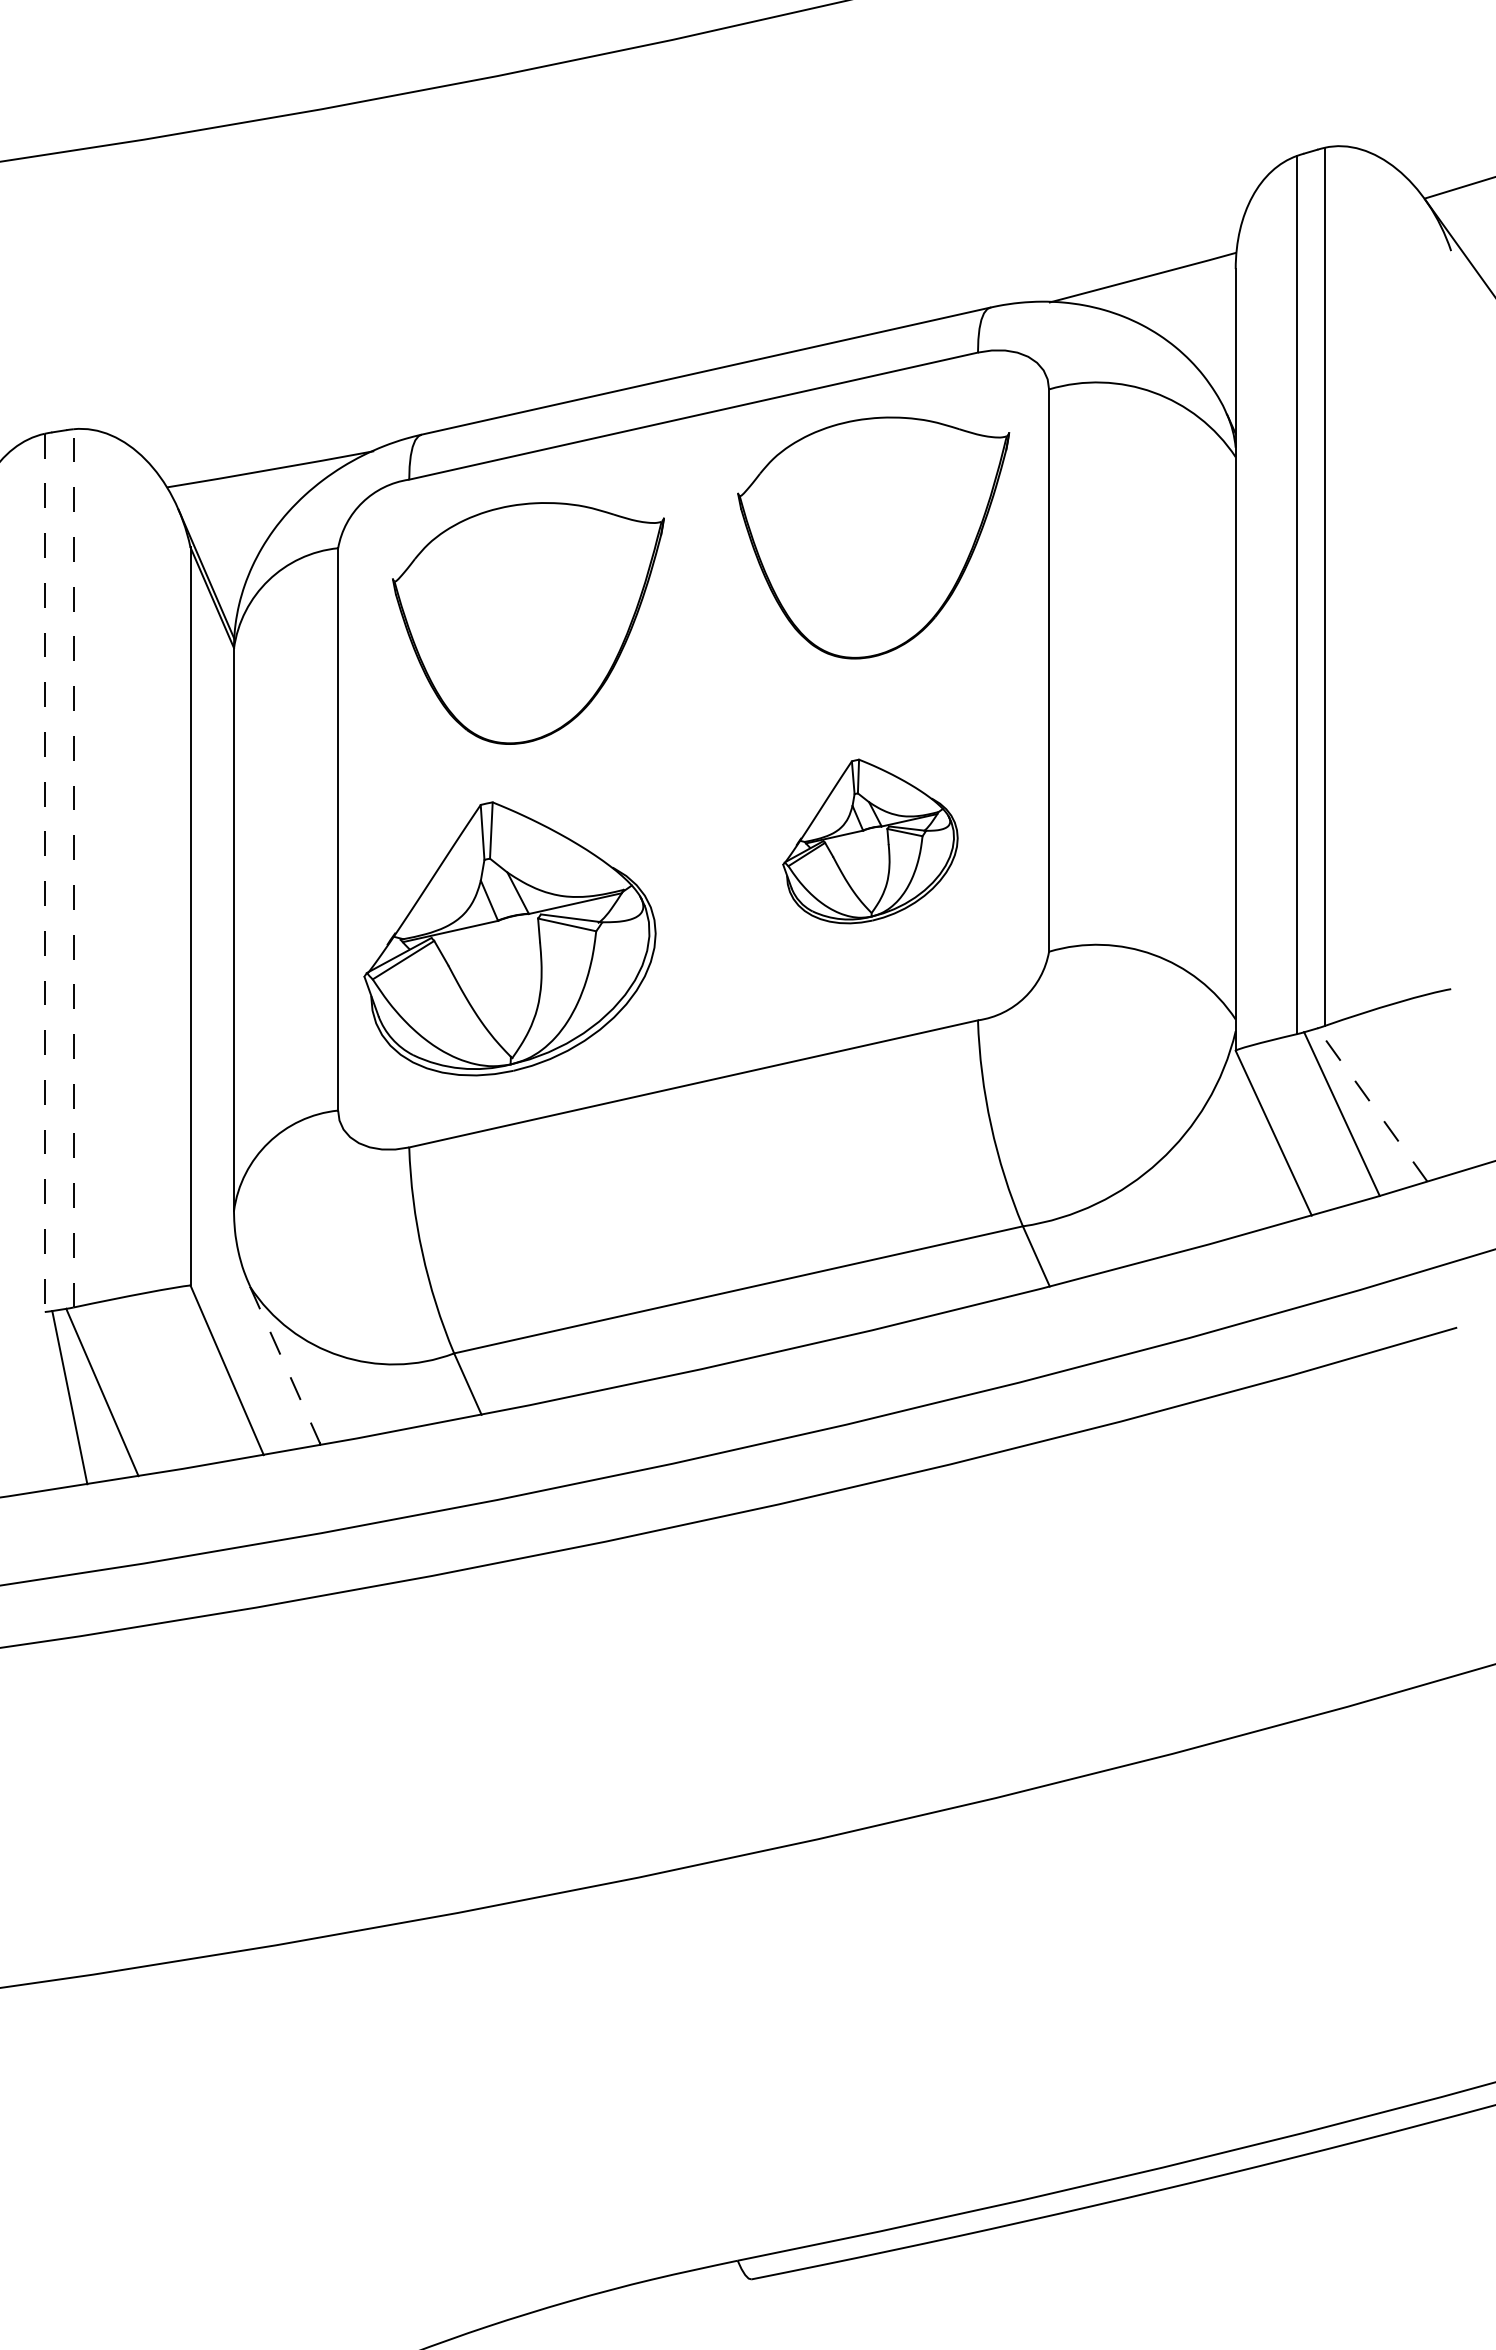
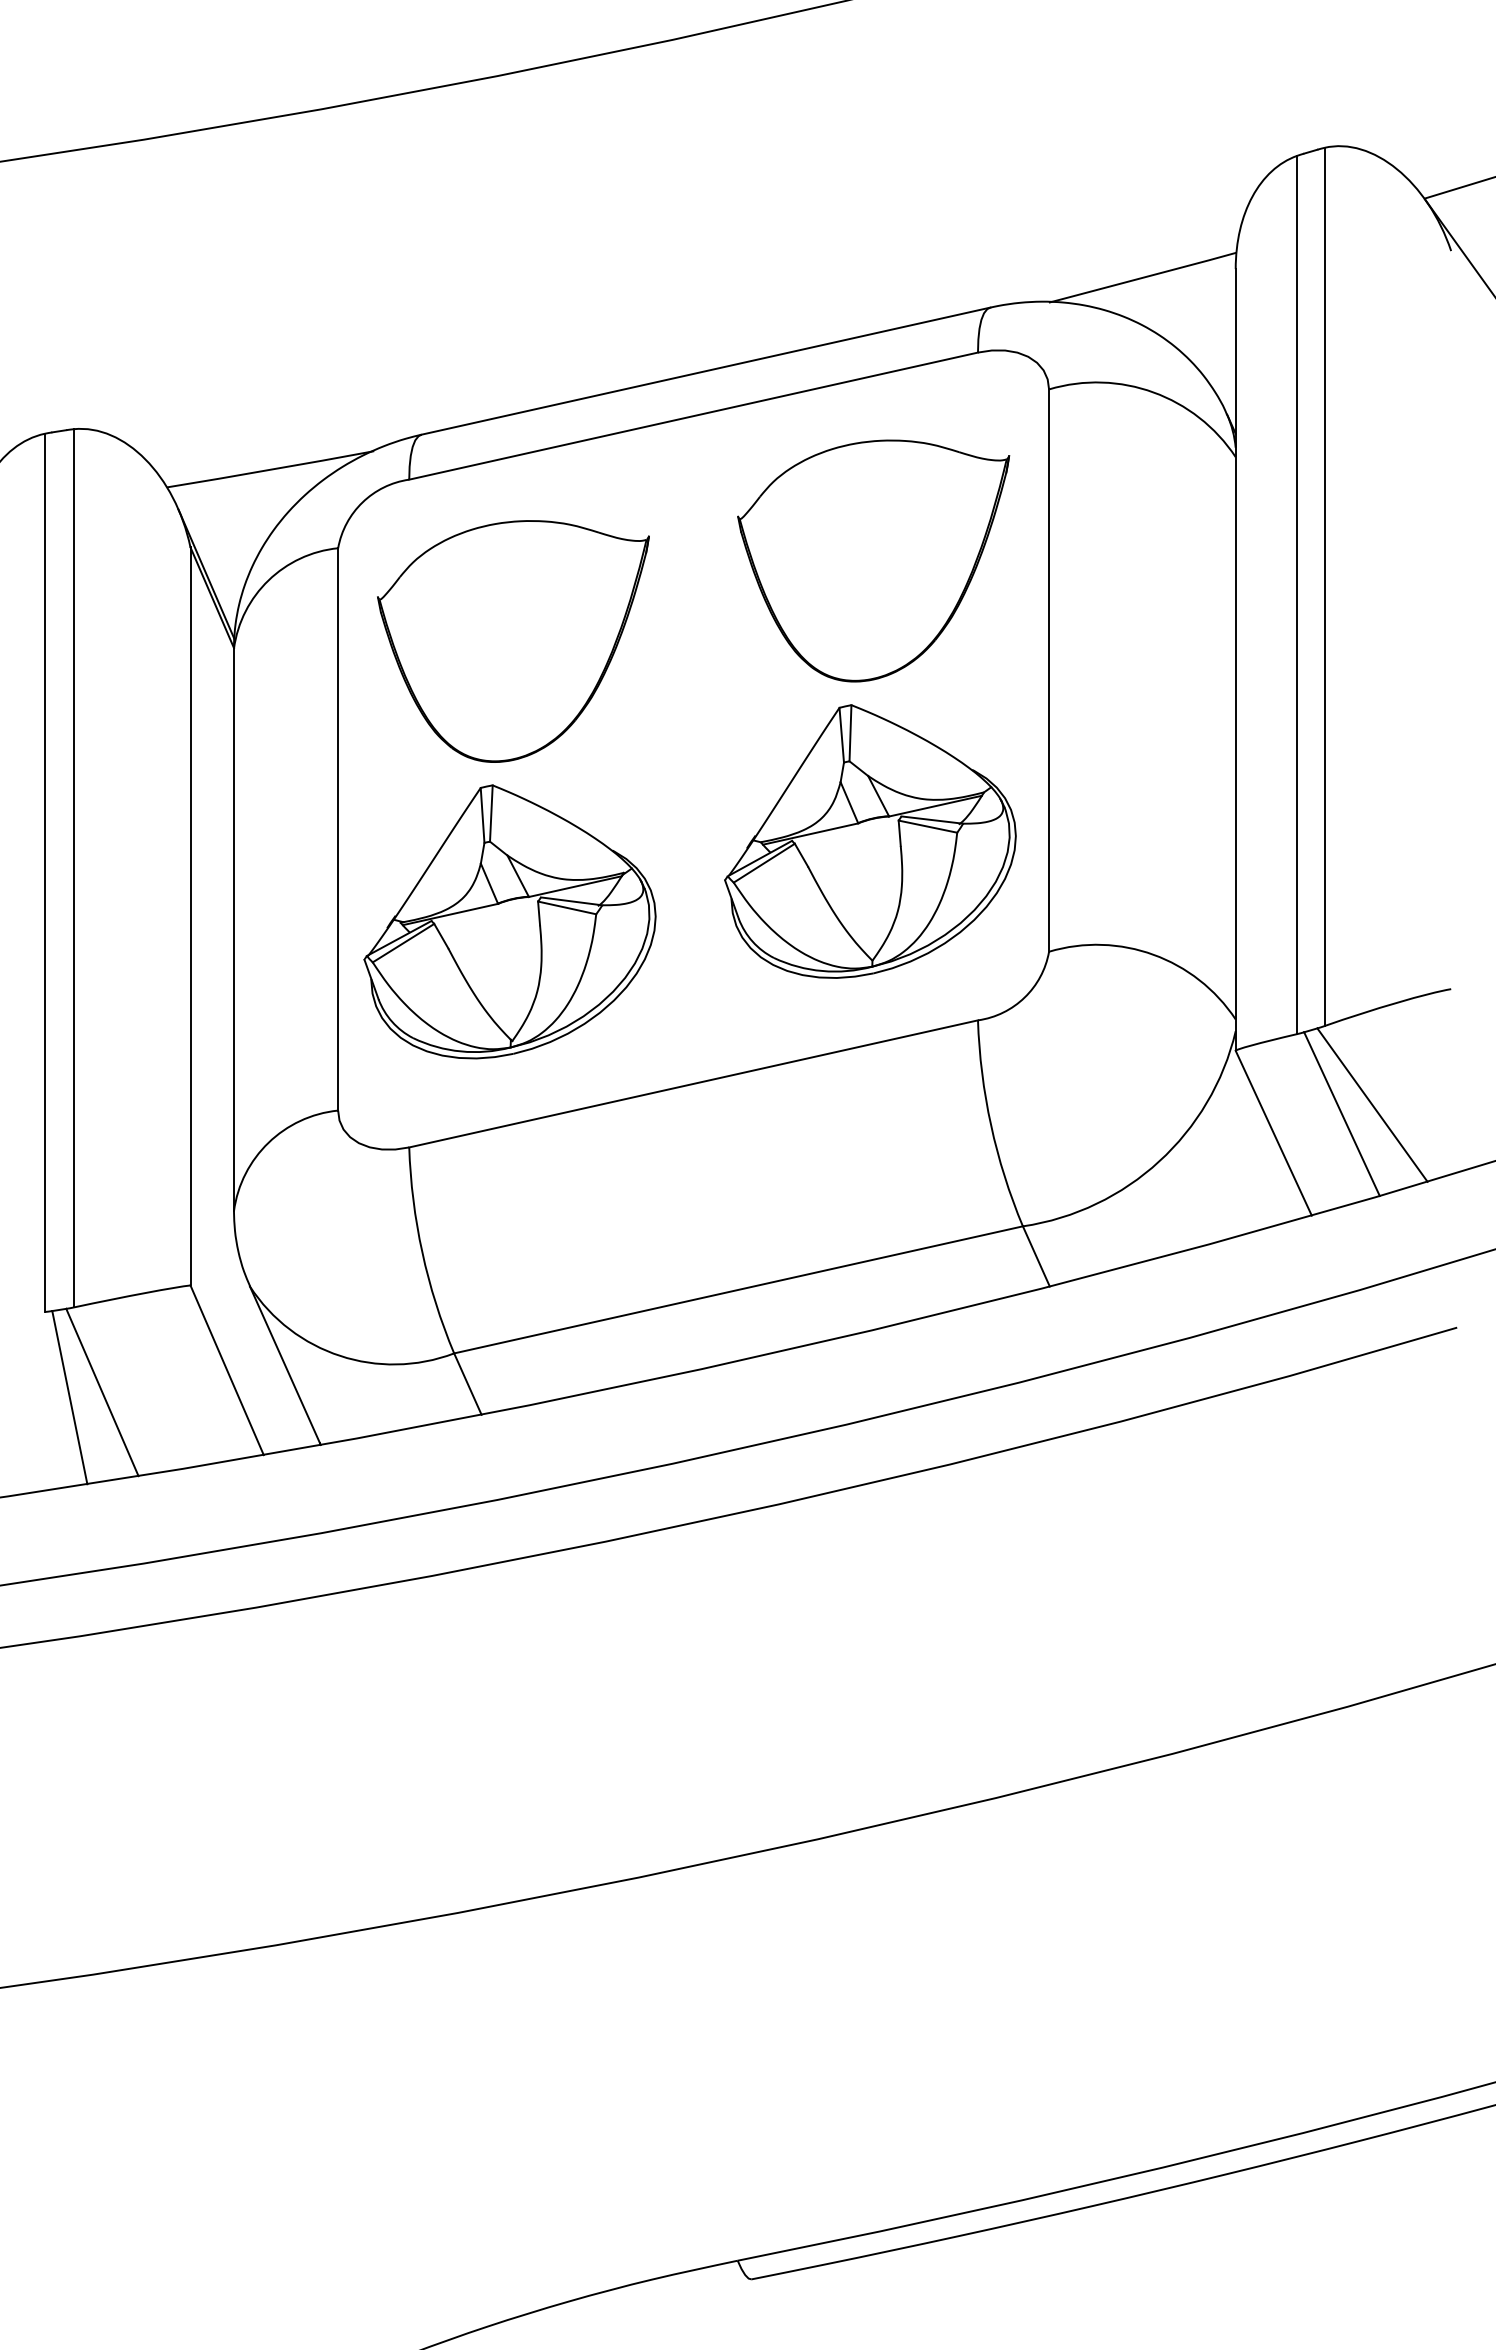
part at (873, 537) position: (873, 537) -> (873, 560)
part at (528, 623) position: (528, 623) -> (513, 641)
part at (870, 841) size: 177x167 px -> 293x275 px
line at (73, 867): dashed -> solid
line at (44, 873): dashed -> solid
part at (509, 938) position: (509, 938) -> (509, 921)
line at (1372, 1104): dashed -> solid
line at (285, 1365): dashed -> solid
